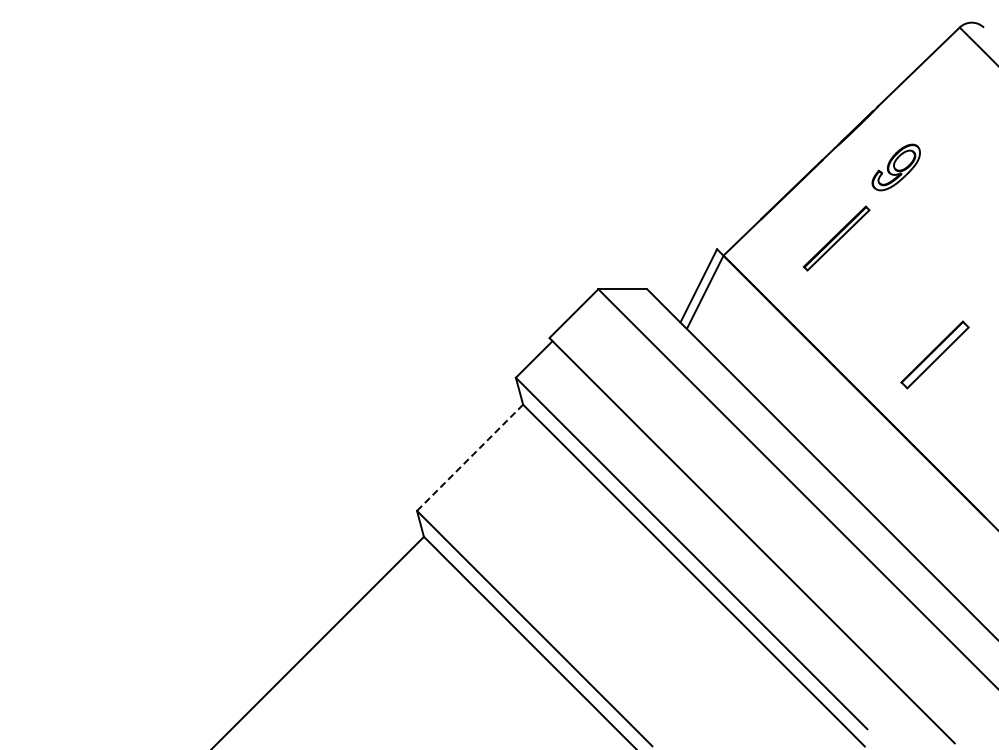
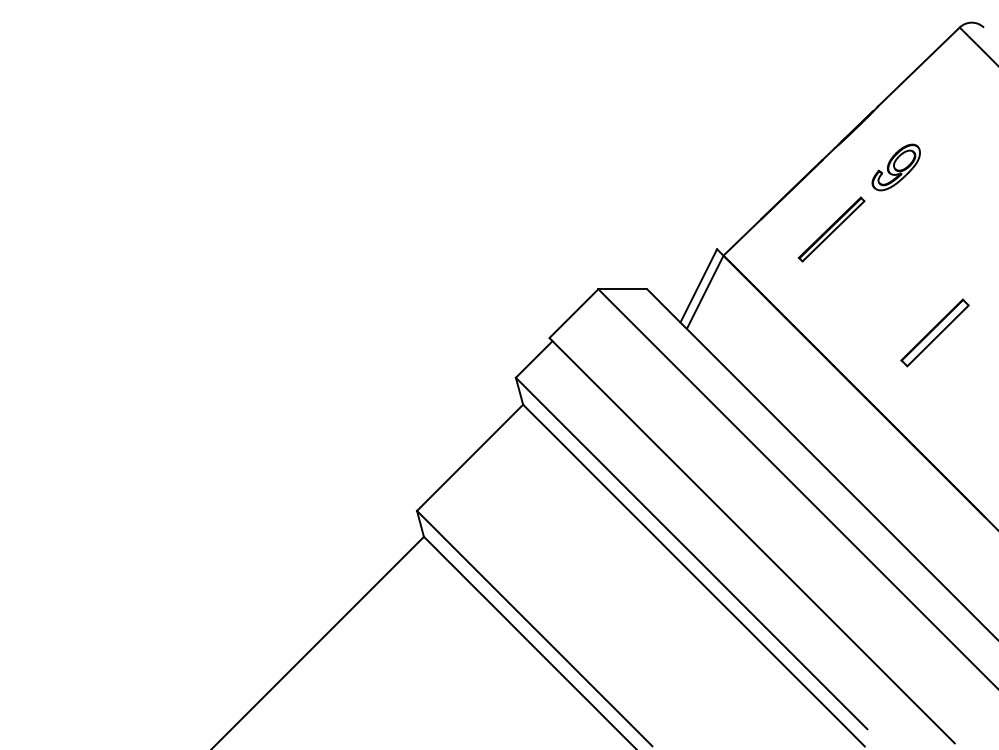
part at (836, 238) position: (836, 238) -> (831, 229)
part at (934, 354) position: (934, 354) -> (934, 332)
line at (469, 458): dashed -> solid
